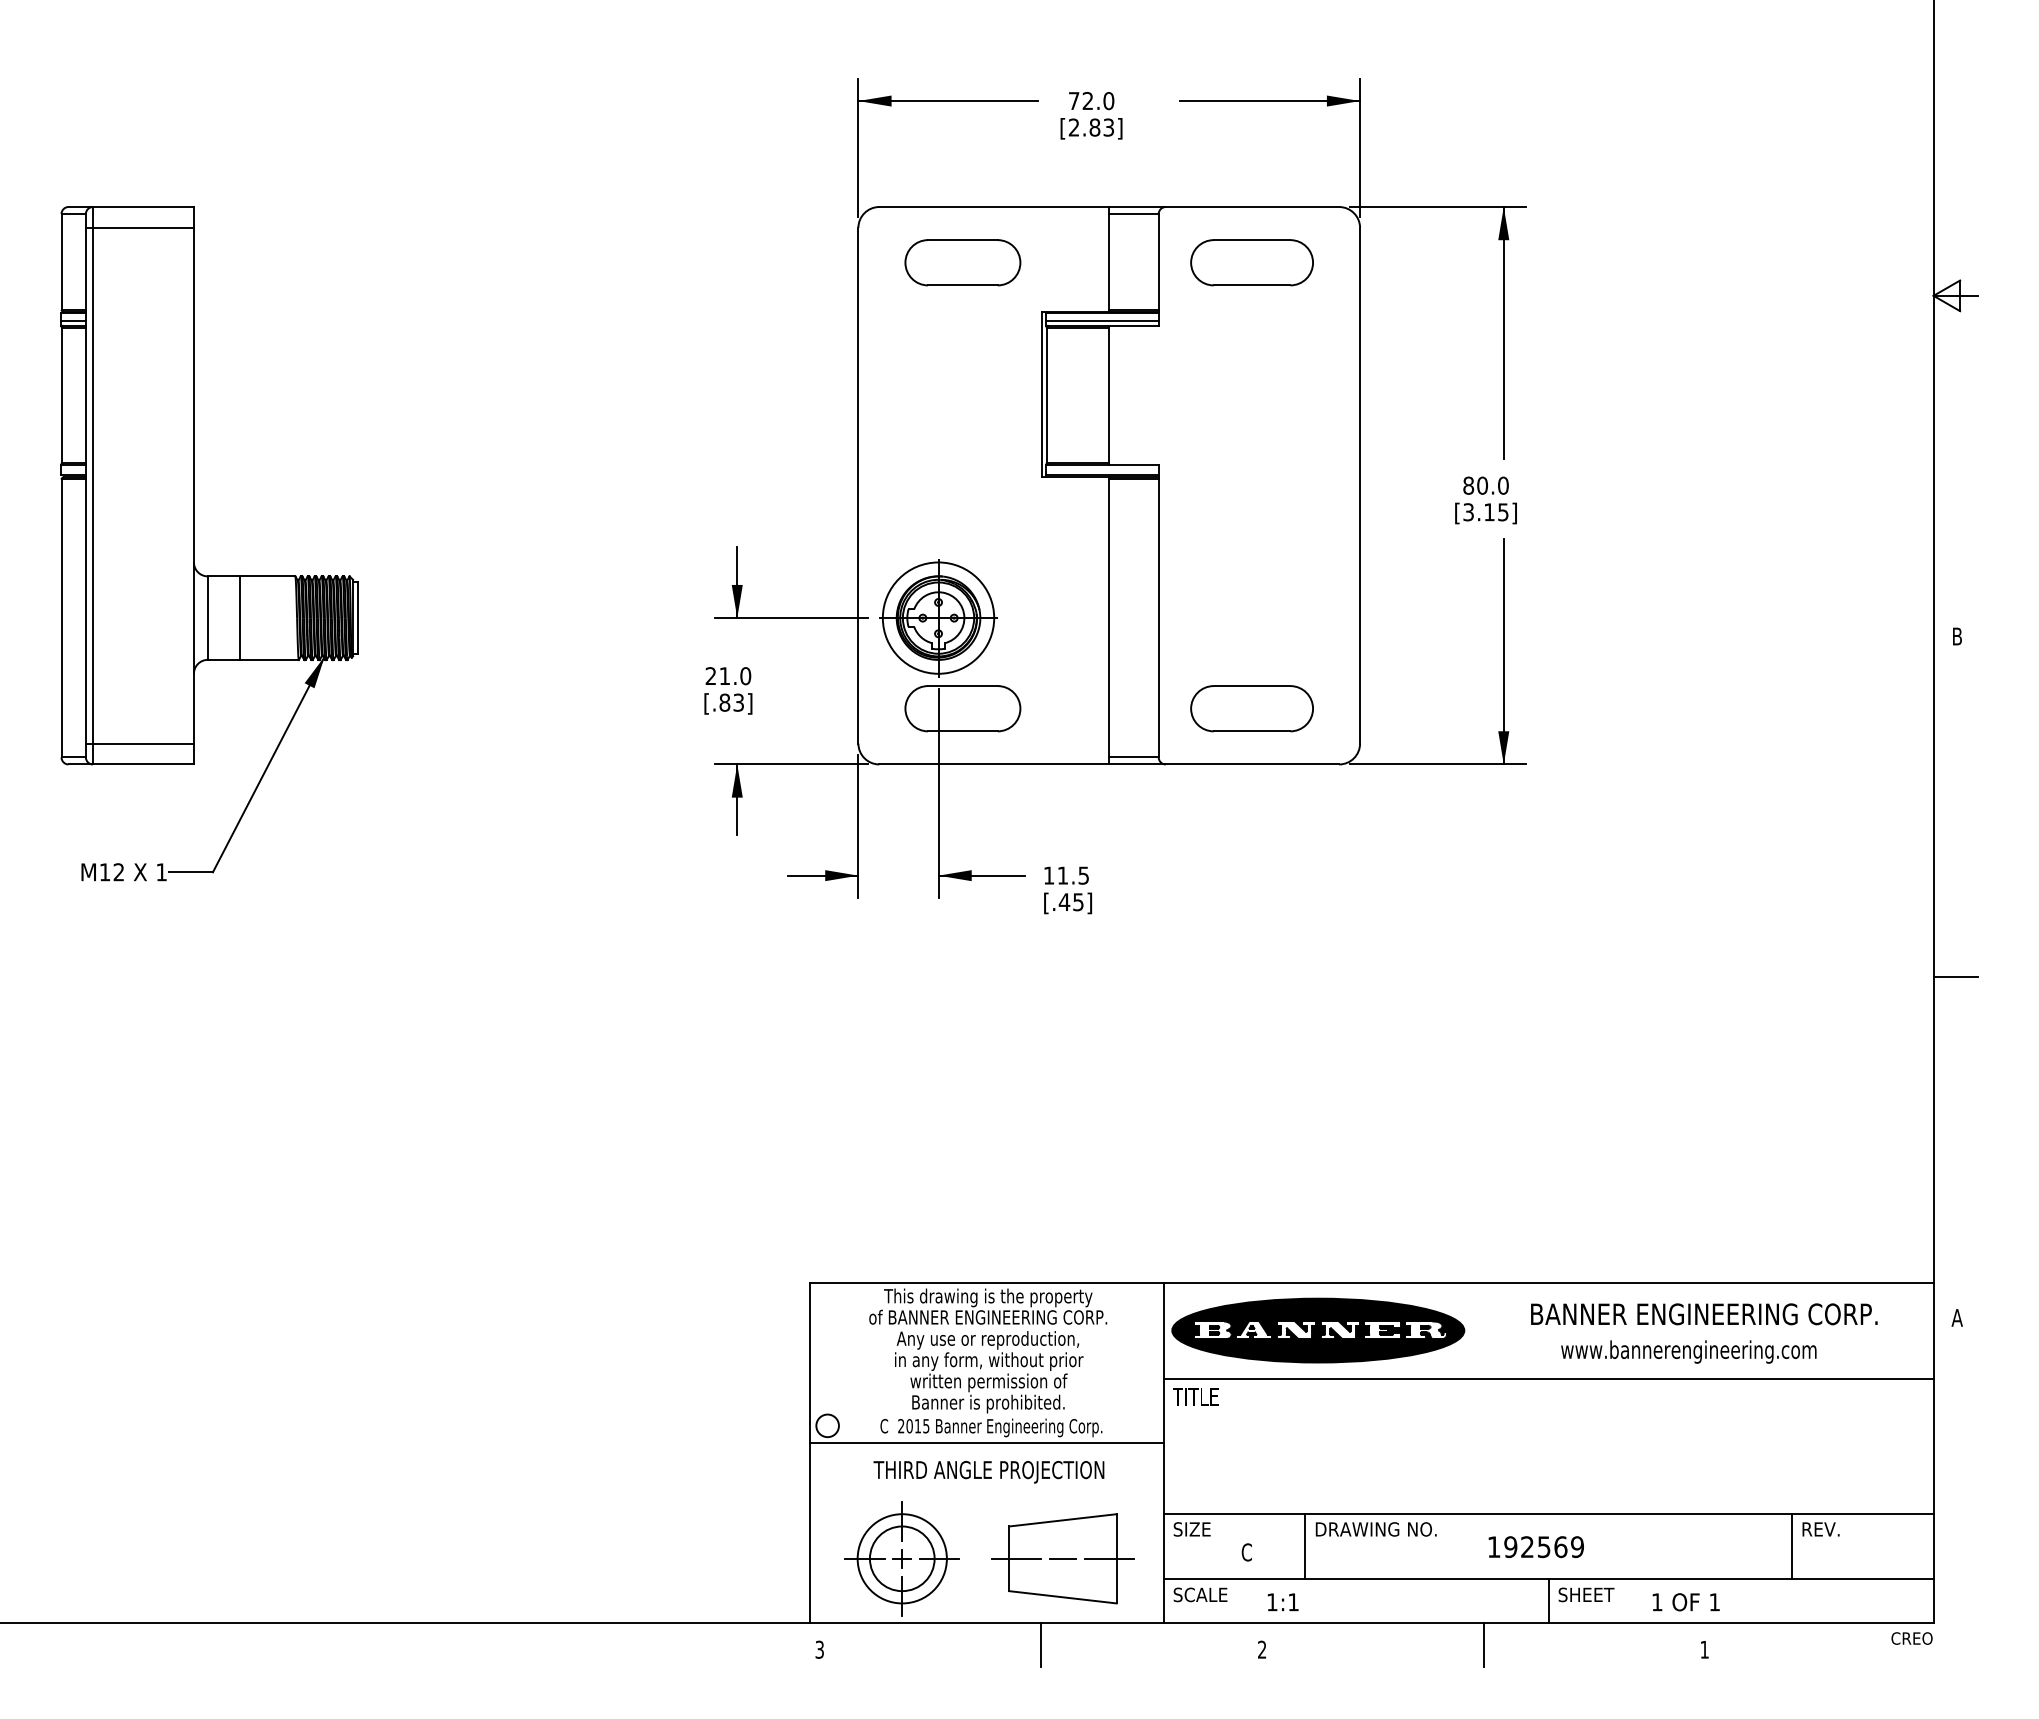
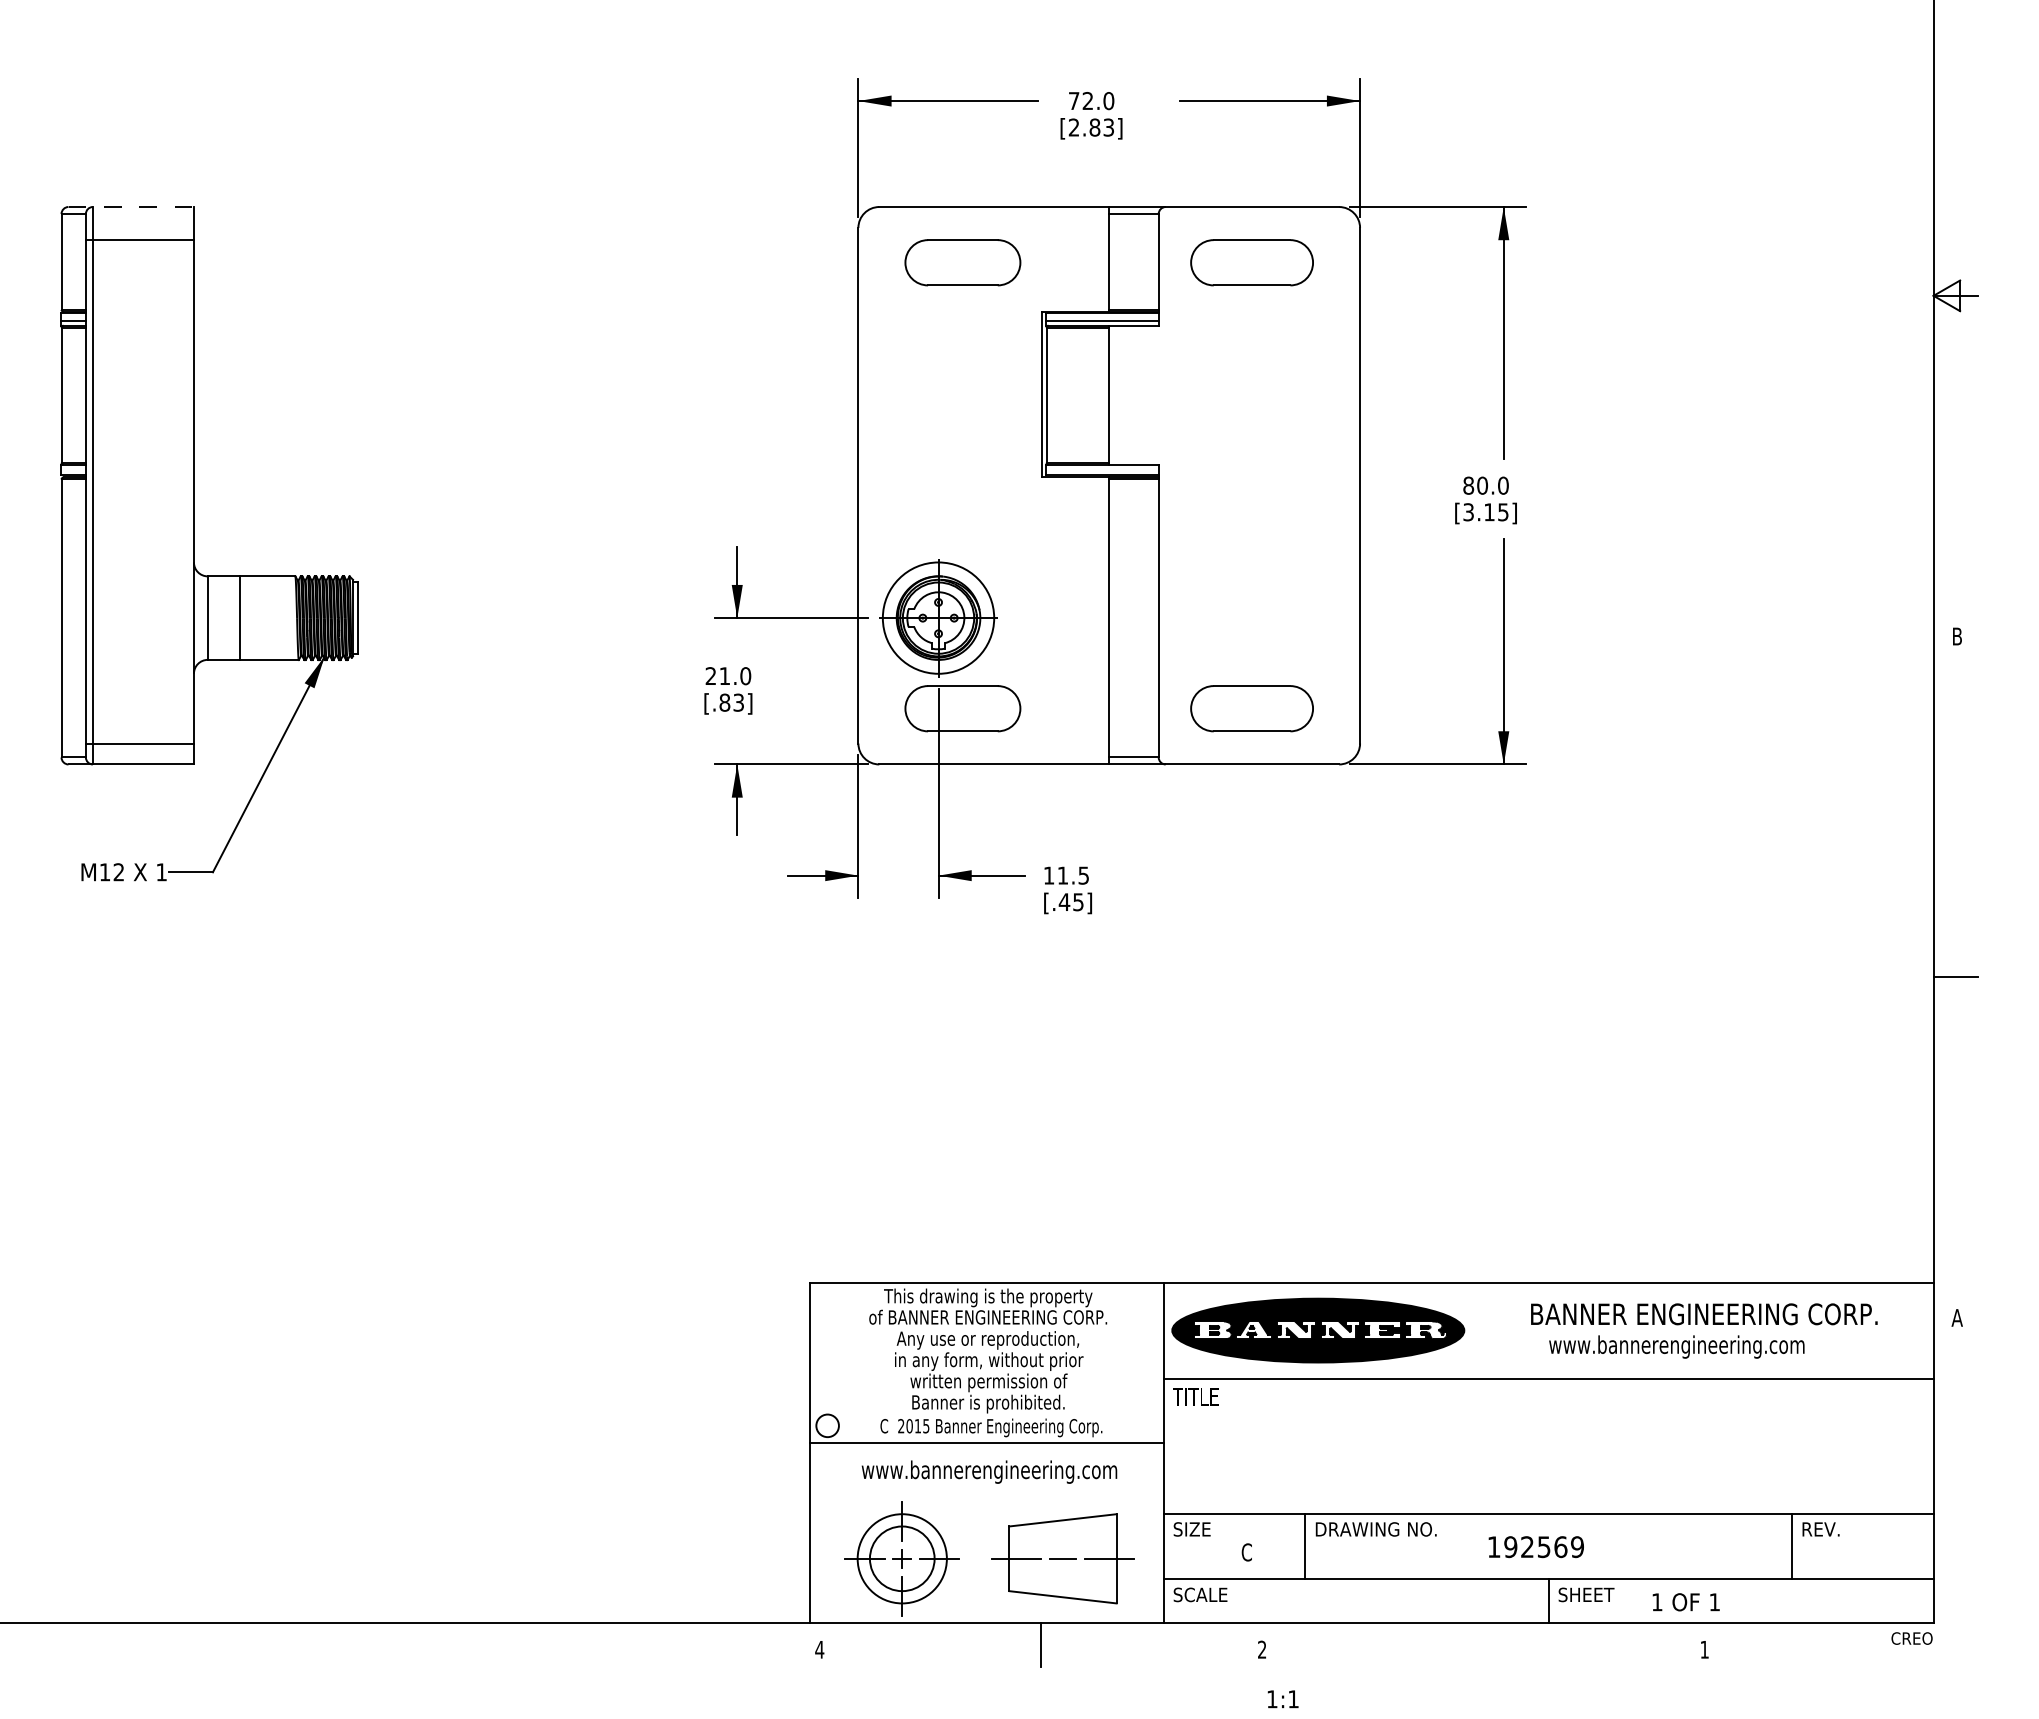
line at (131, 207): solid -> dashed
line at (139, 227) position: (139, 227) -> (139, 239)
text at (1688, 1351) position: (1688, 1351) -> (1676, 1346)
text at (989, 1471): THIRD ANGLE PROJECTION -> www.bannerengineering.com
text at (1282, 1602) position: (1282, 1602) -> (1282, 1699)
line at (1483, 1645): present -> none
text at (819, 1649): 3 -> 4
